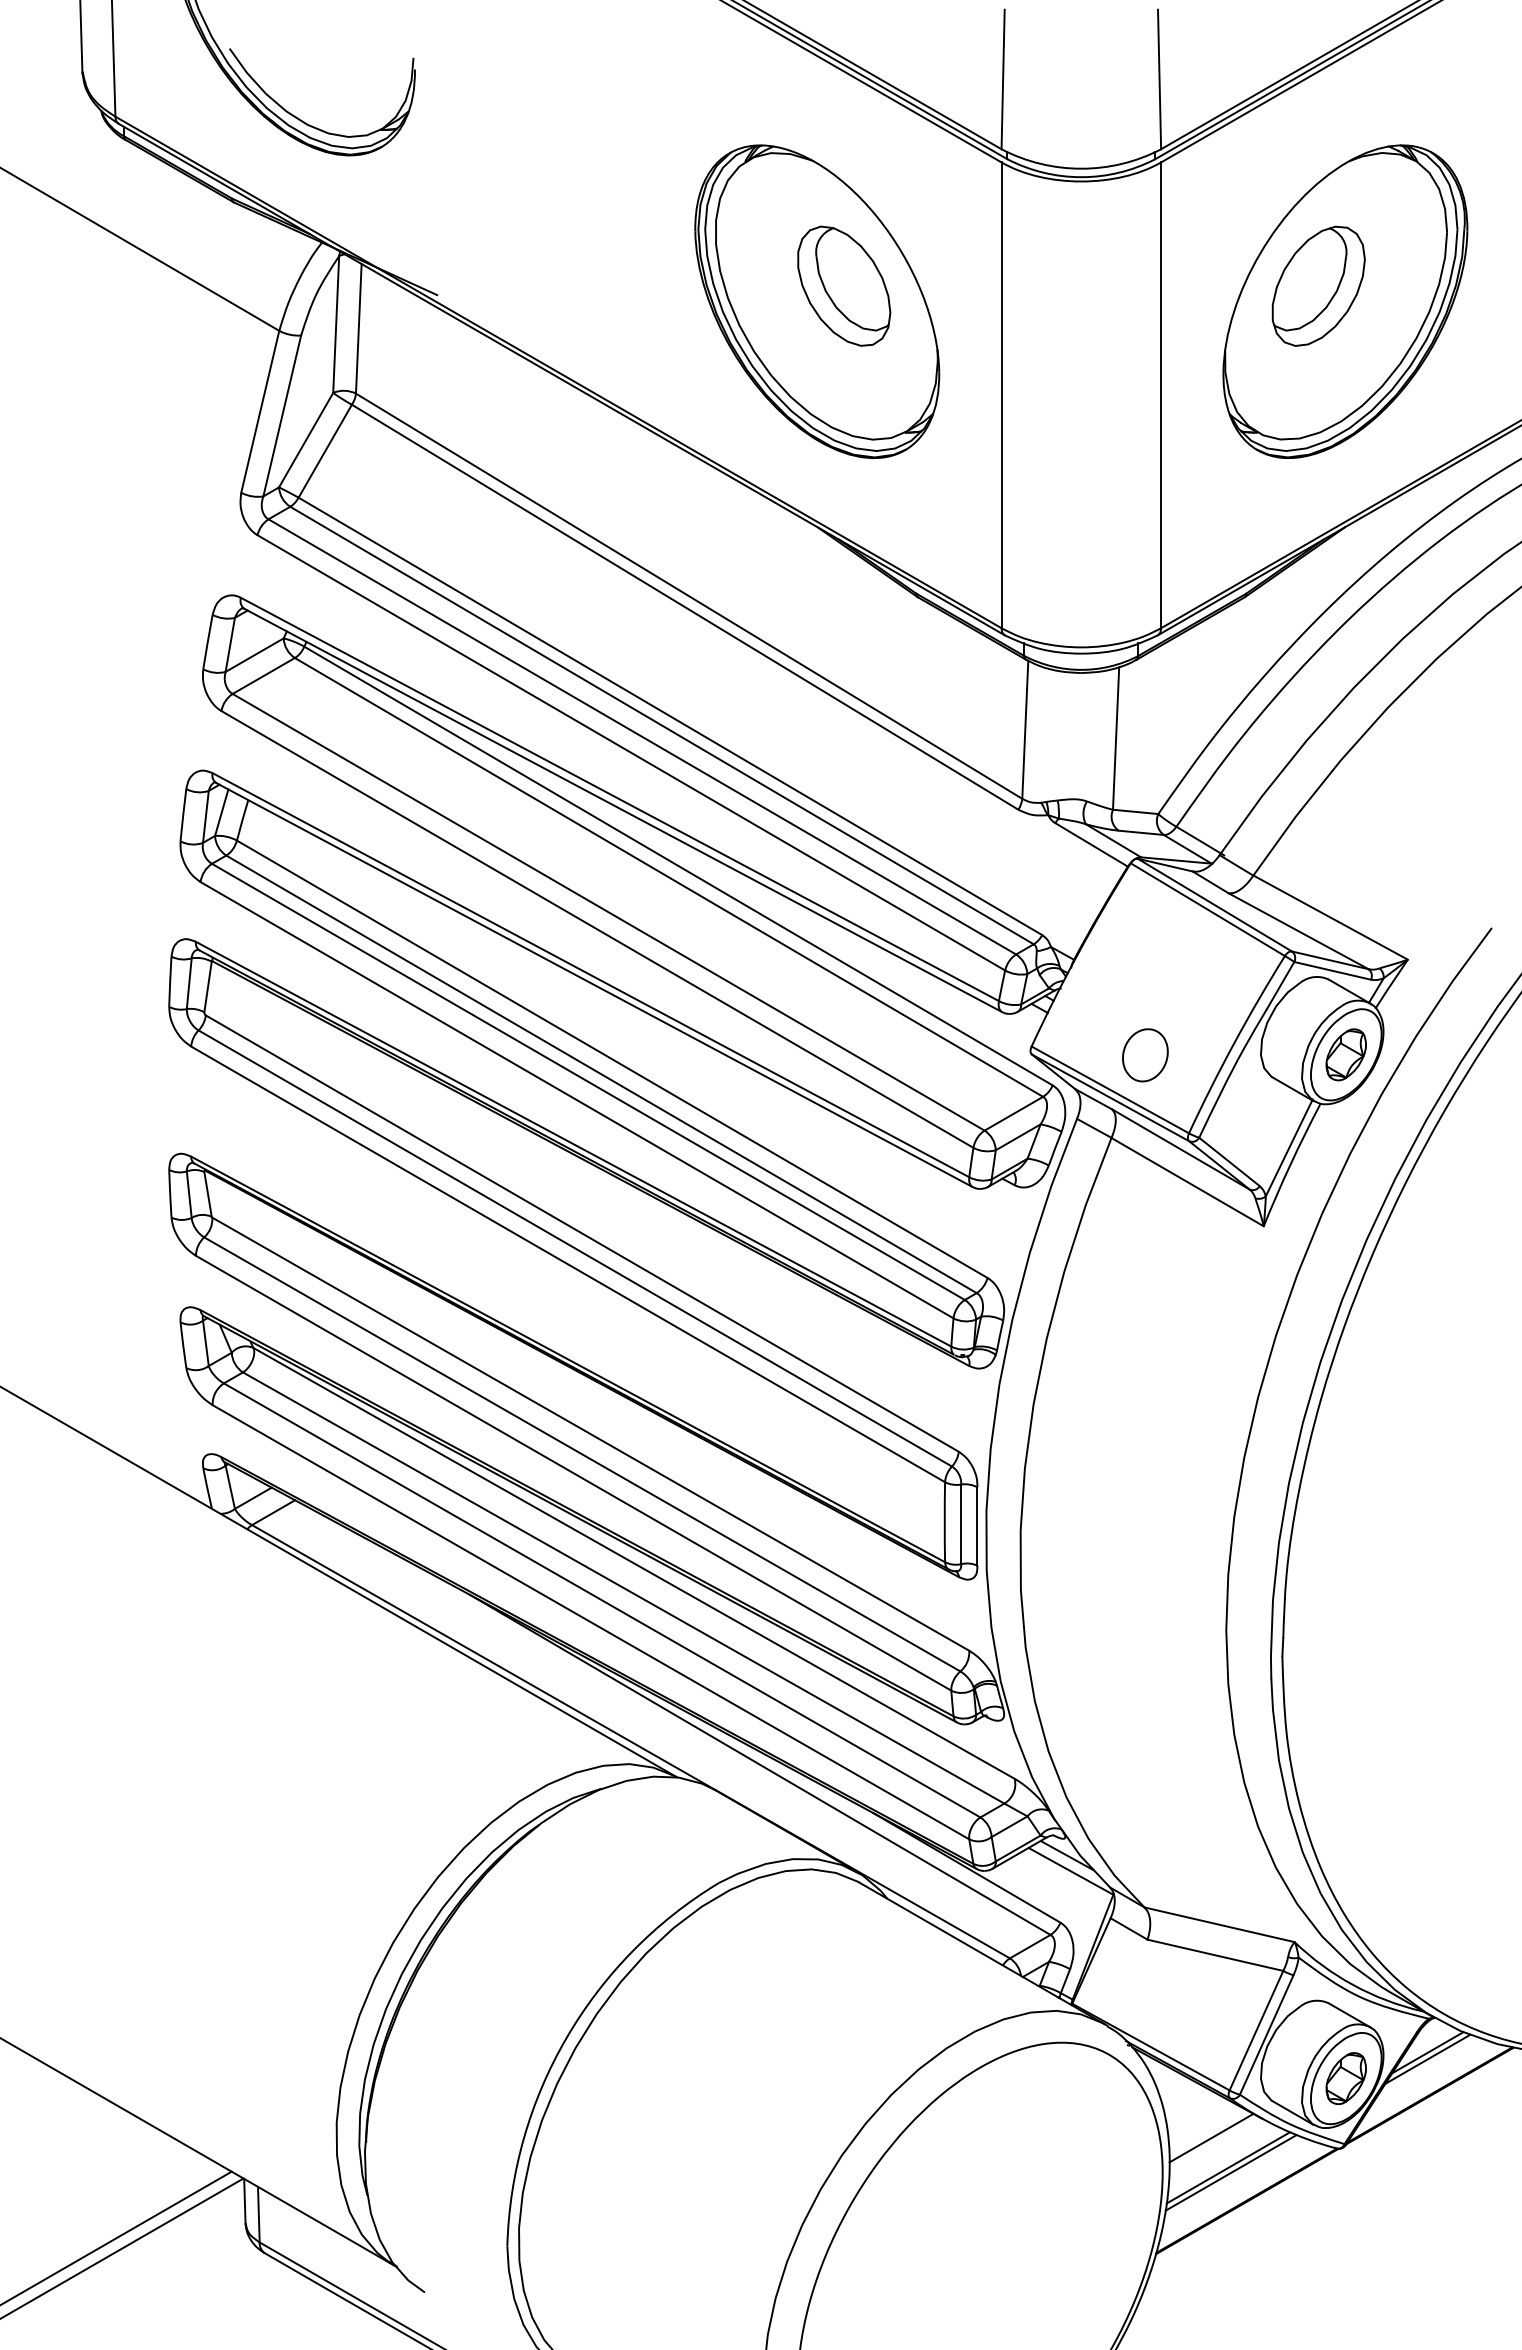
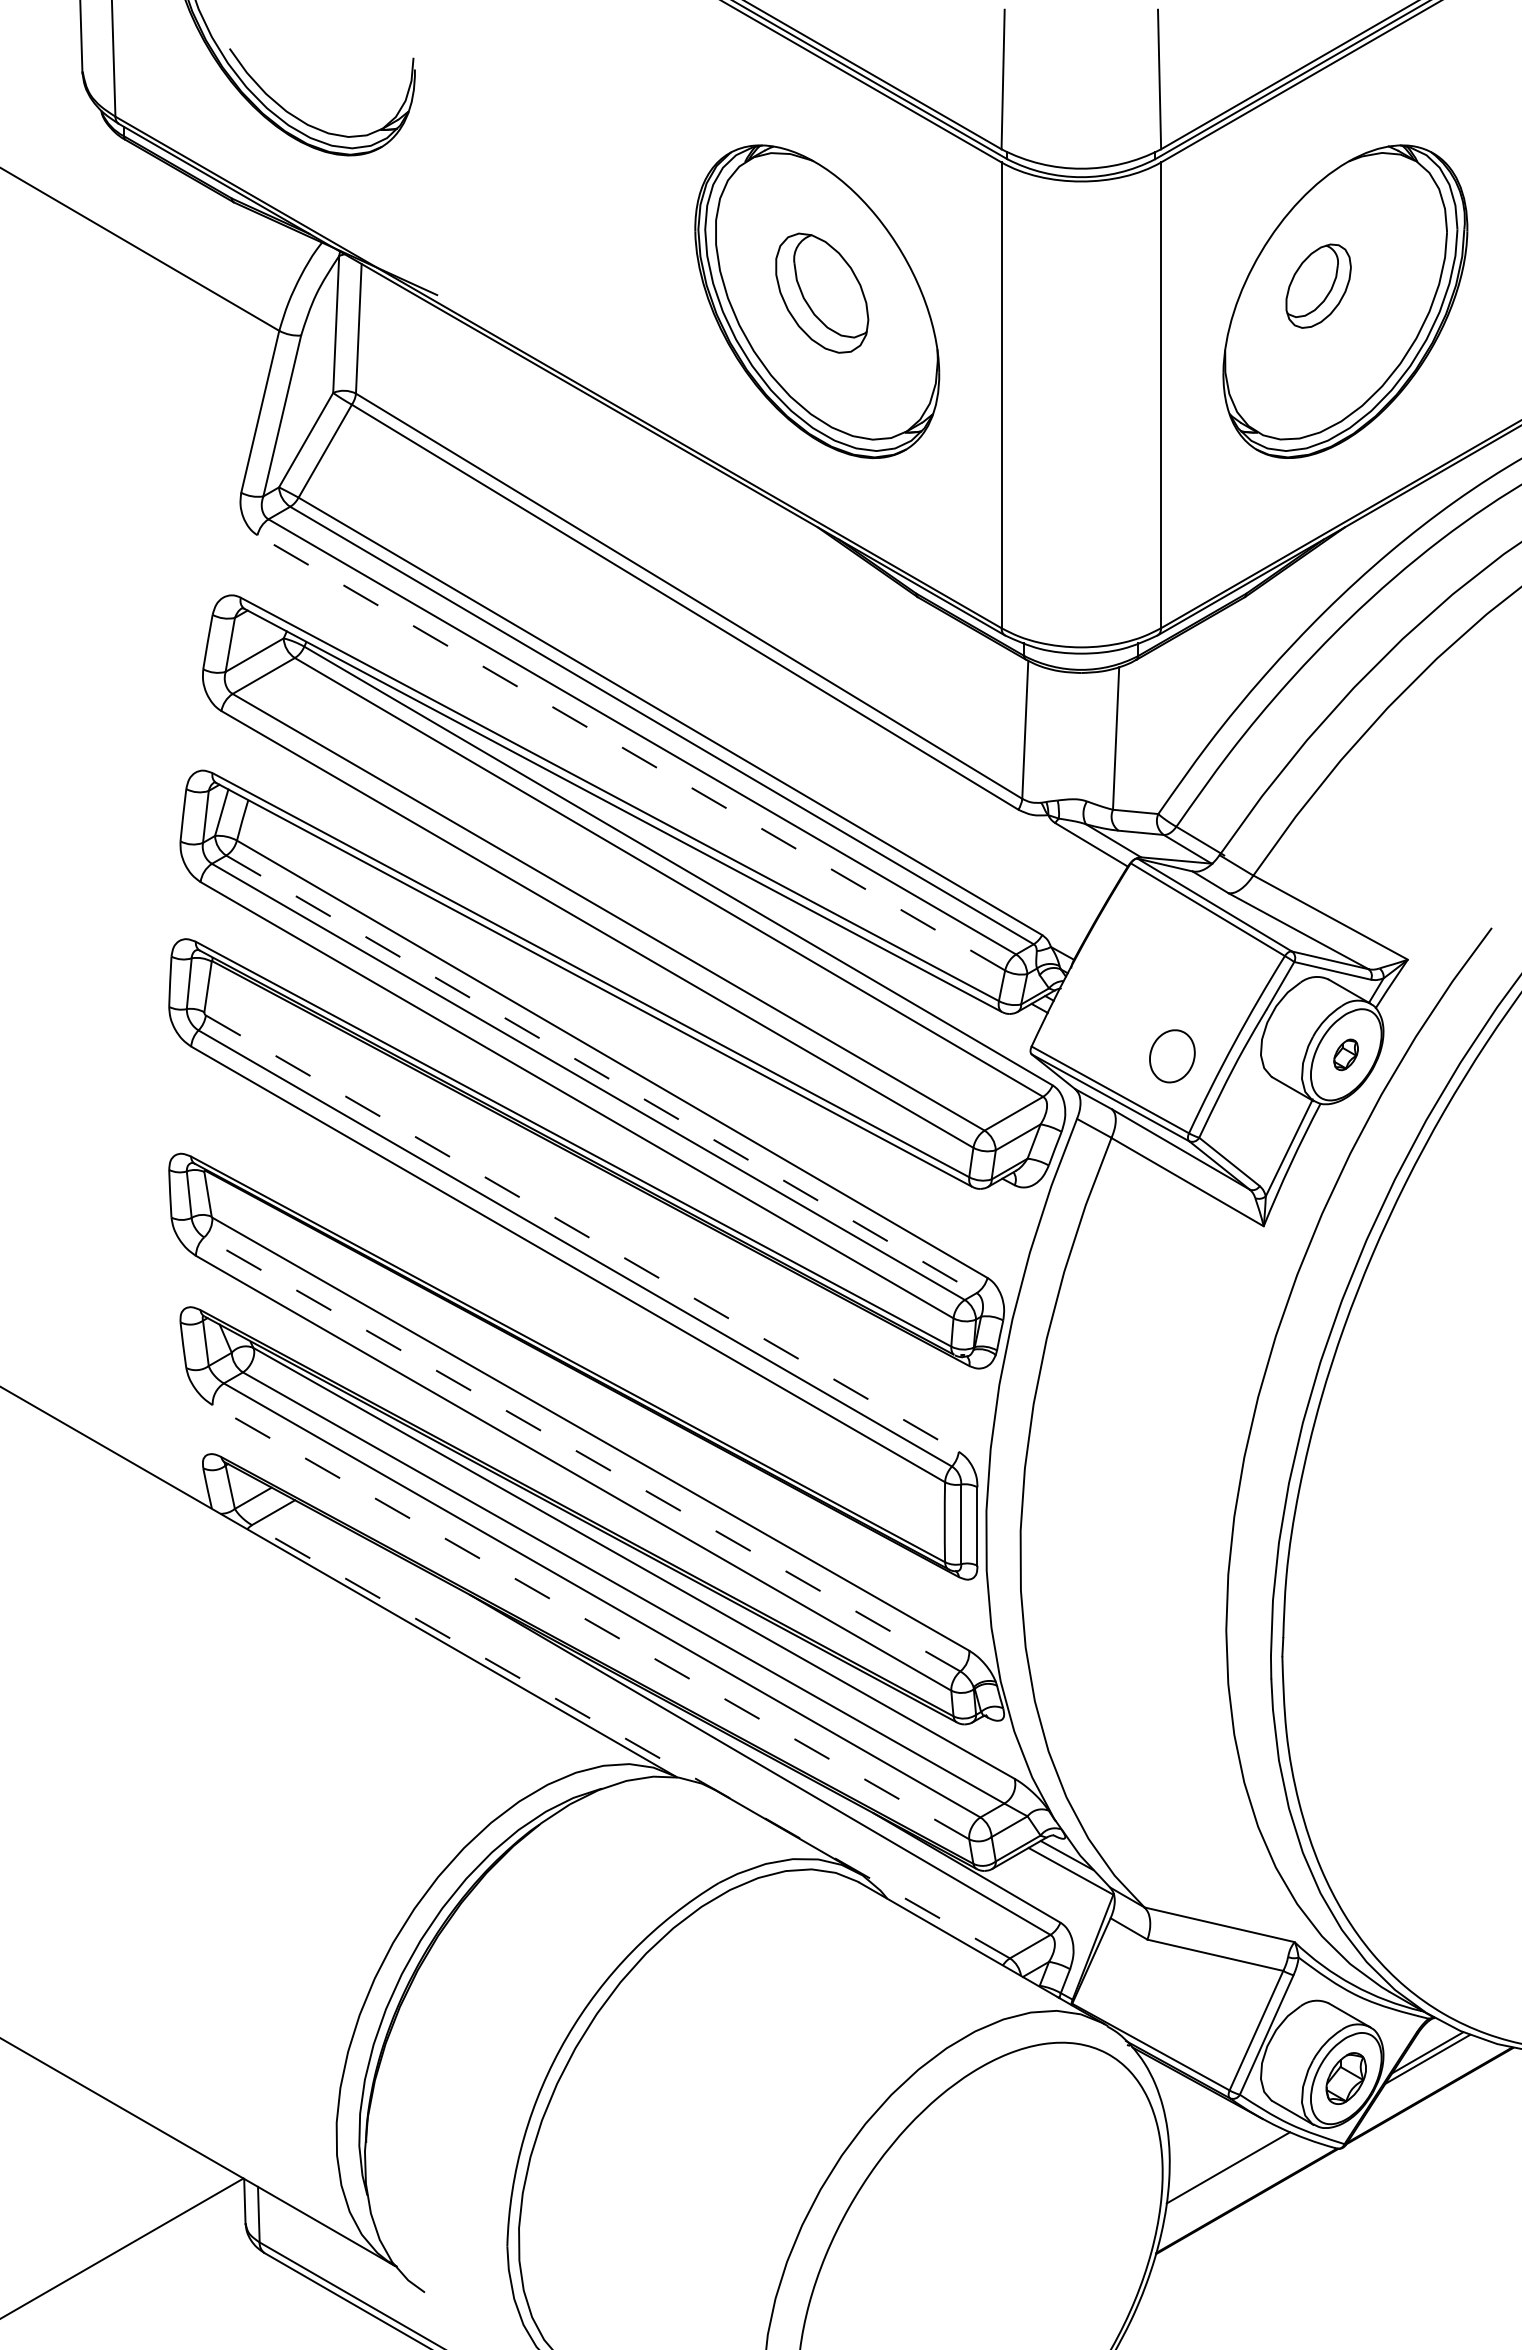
part at (844, 285) position: (844, 285) -> (822, 292)
part at (1318, 285) size: 95x122 px -> 67x86 px
line at (631, 752): solid -> dashed
part at (1345, 1054) size: 42x54 px -> 26x34 px
part at (1145, 1055) position: (1145, 1055) -> (1172, 1056)
line at (601, 1074): solid -> dashed
line at (582, 1233): solid -> dashed
line at (582, 1454): solid -> dashed
line at (590, 1622): solid -> dashed
line at (630, 1741): solid -> dashed
line at (1211, 2137): present -> none
line at (1230, 2172): present -> none
line at (116, 2237): present -> none
